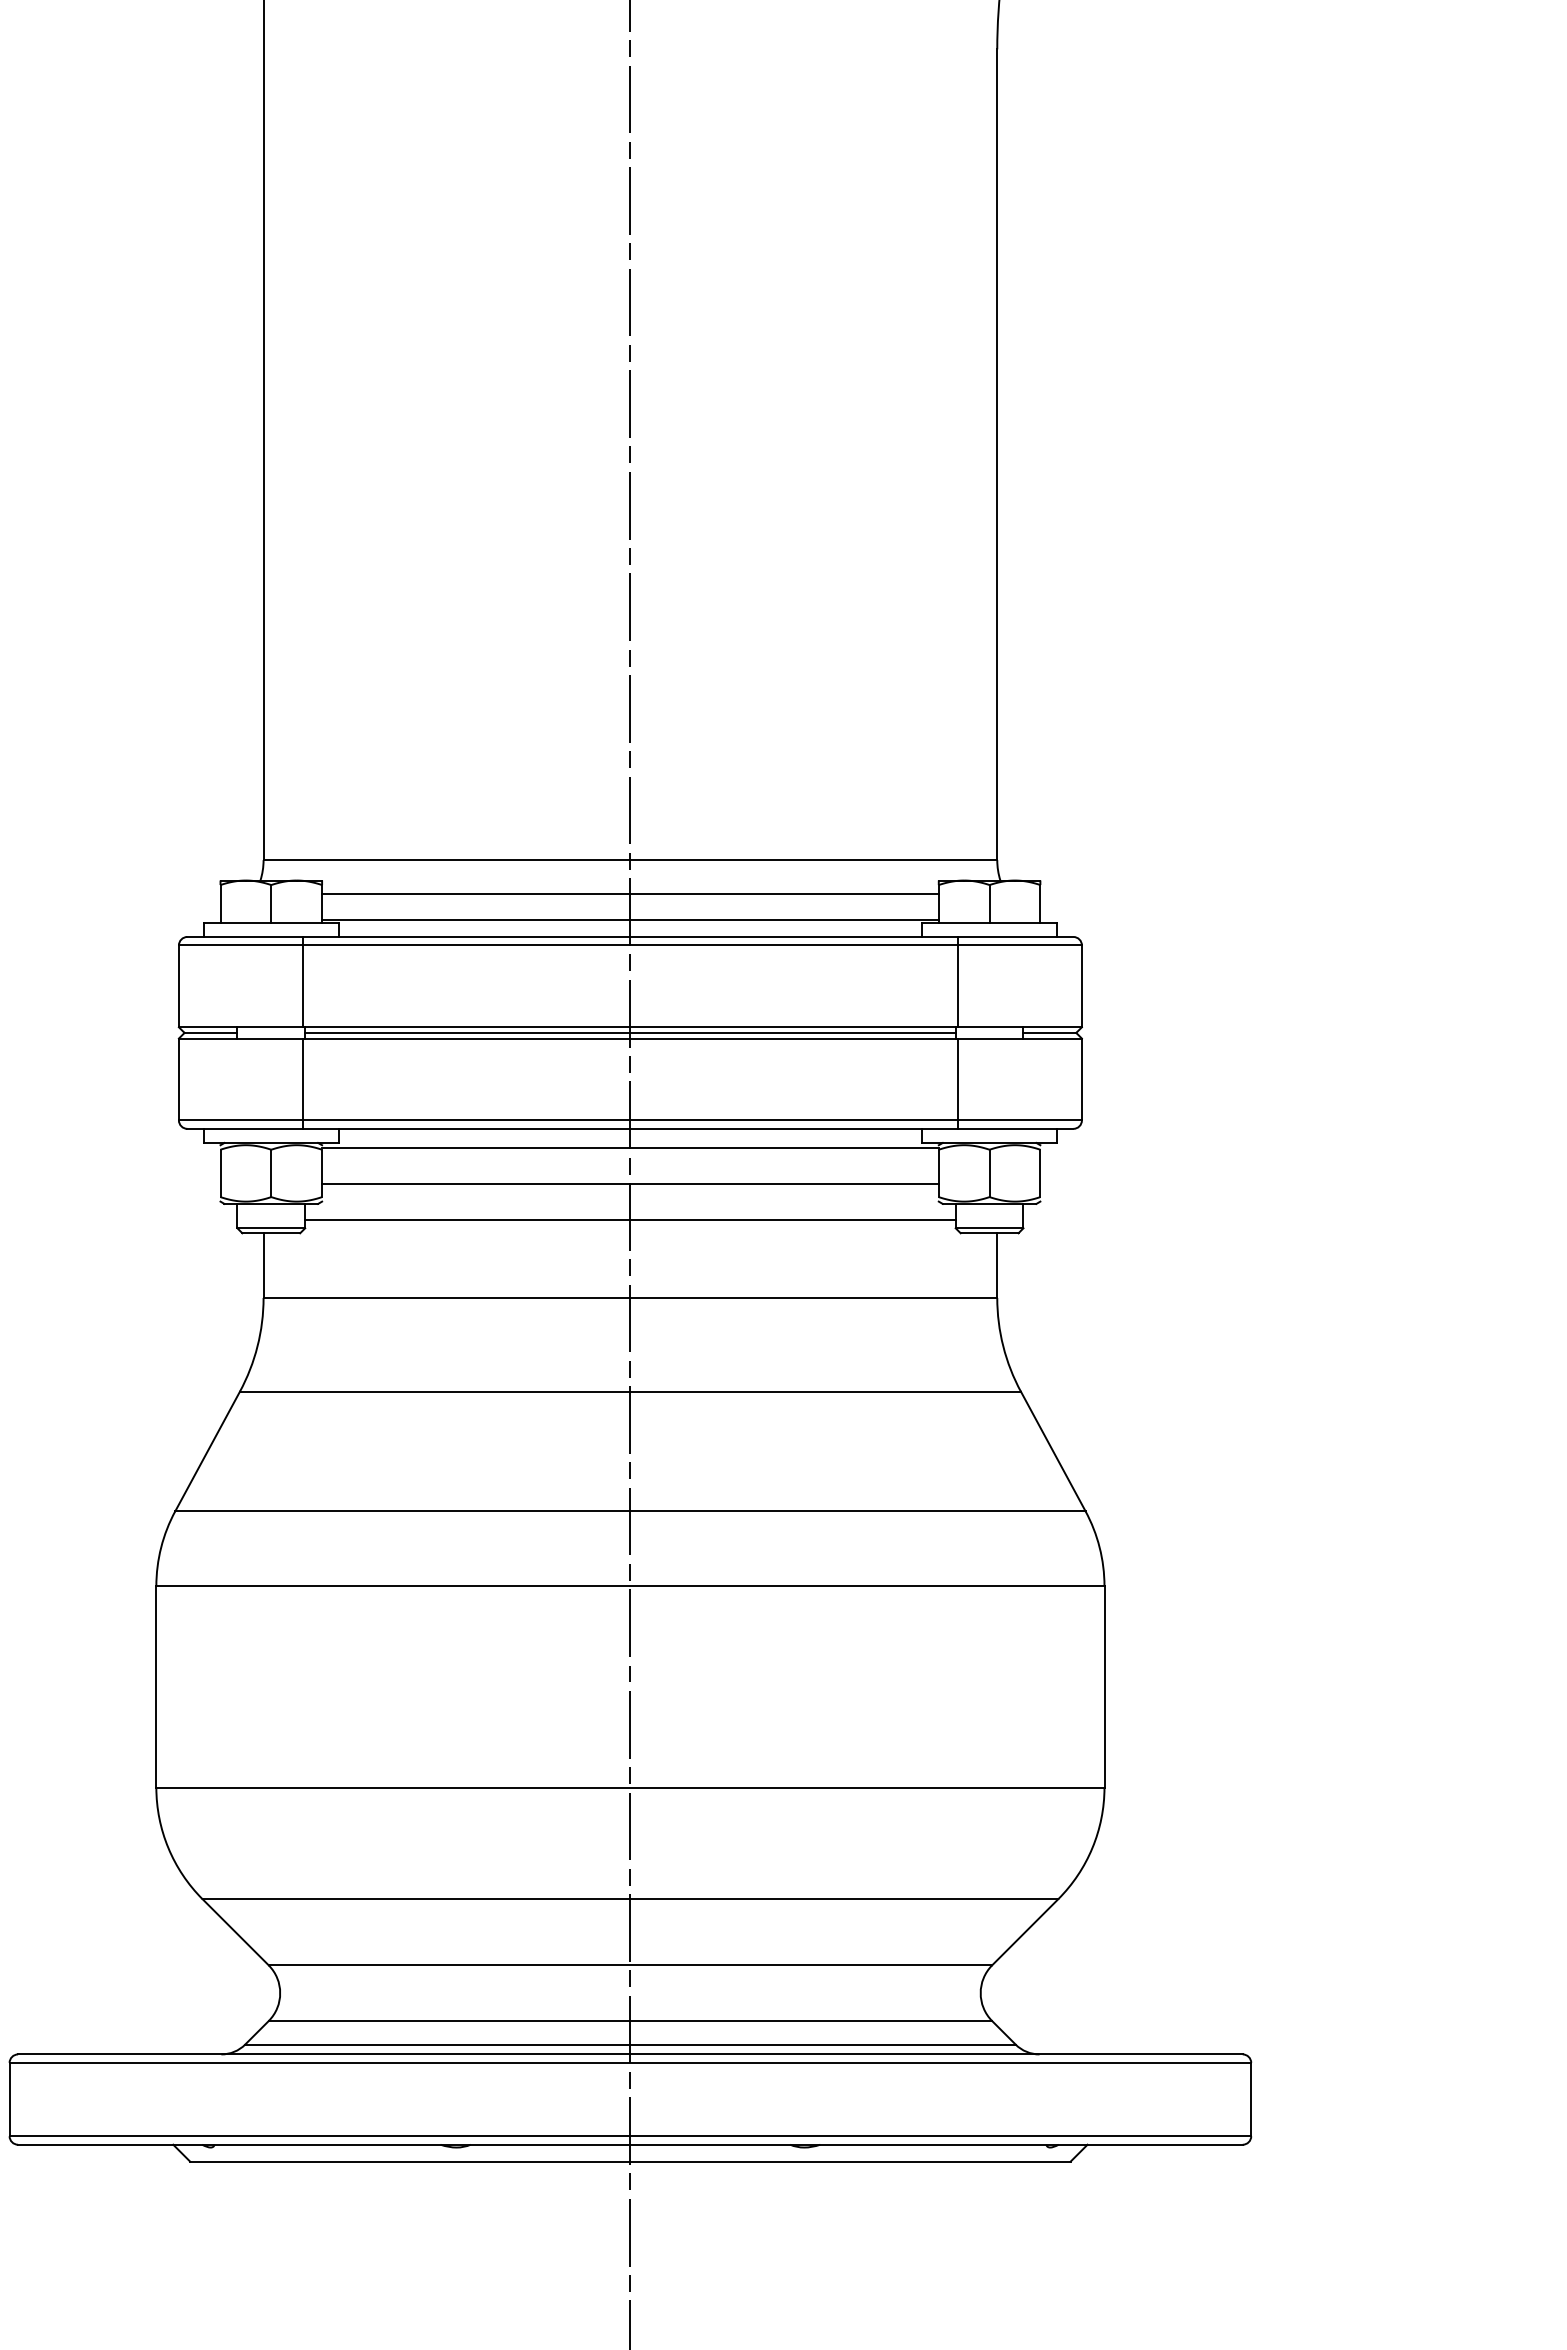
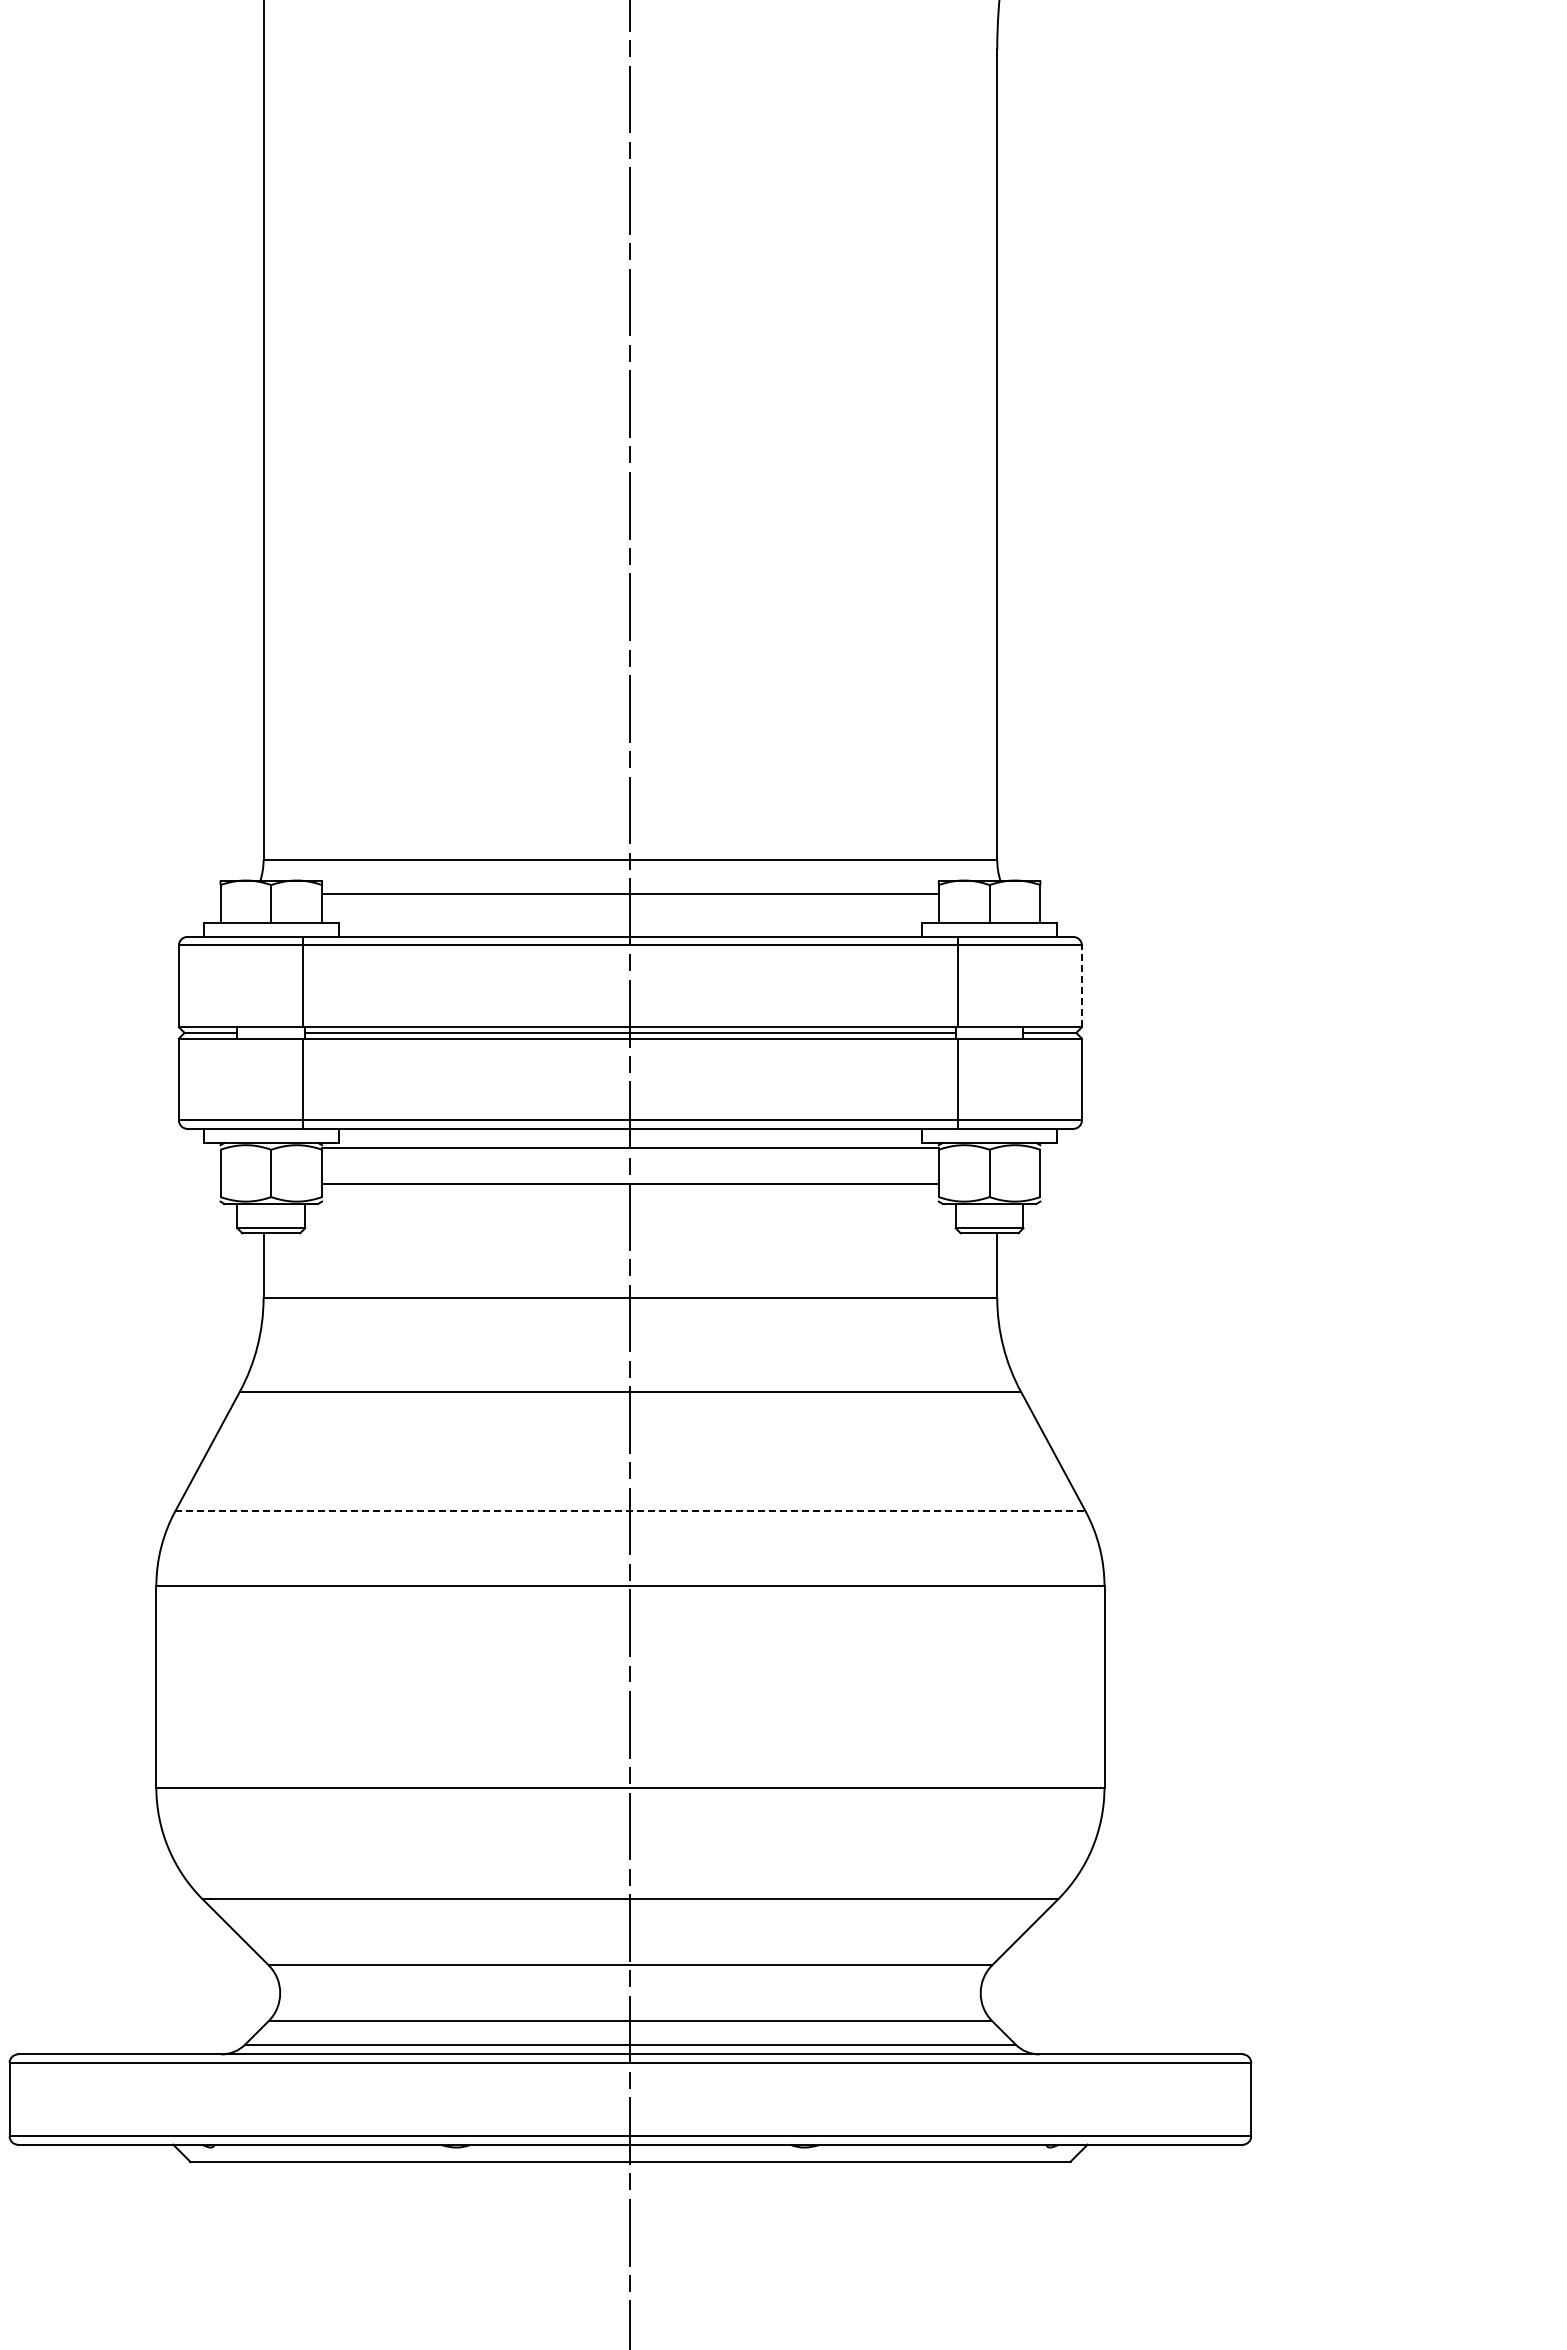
line at (630, 920): present -> none
line at (1081, 986): solid -> dashed
line at (630, 1220): present -> none
line at (630, 1511): solid -> dashed
